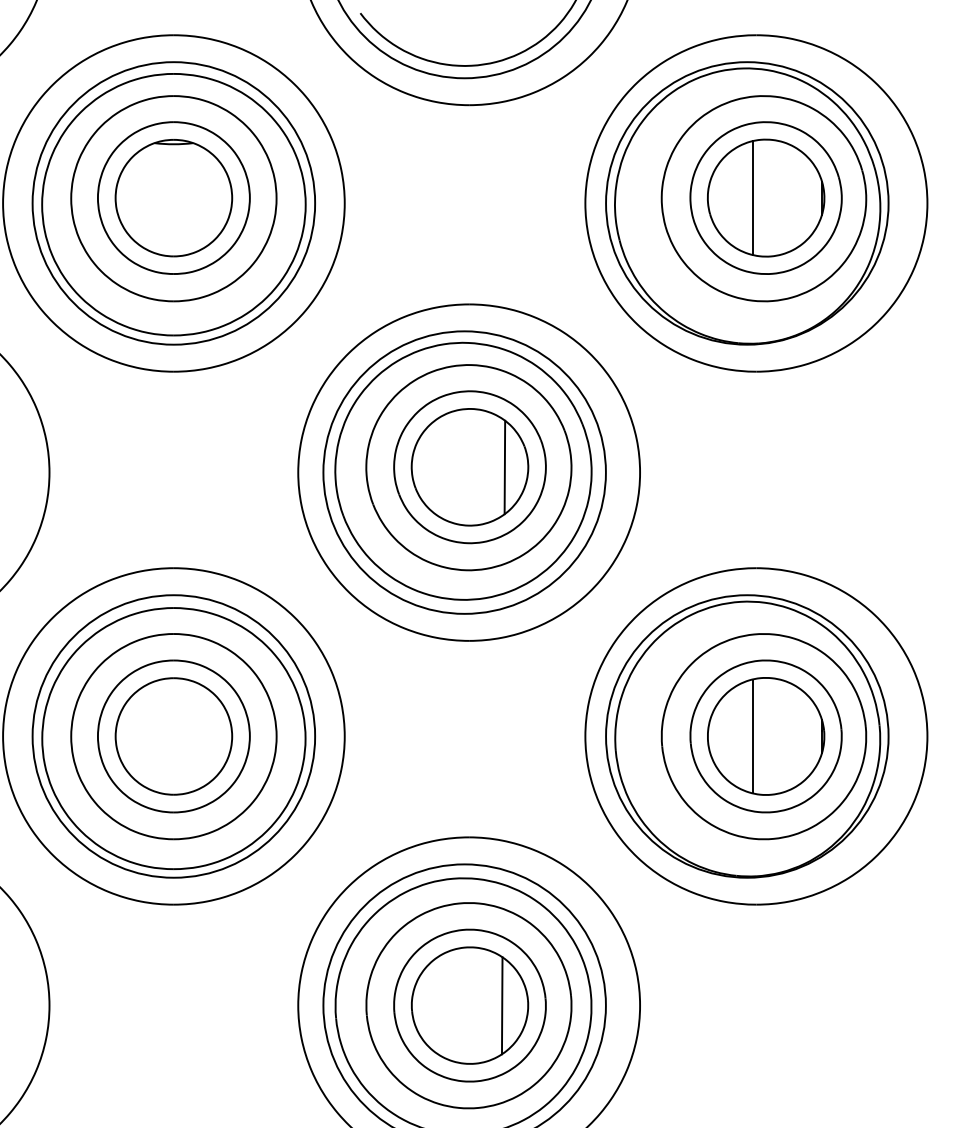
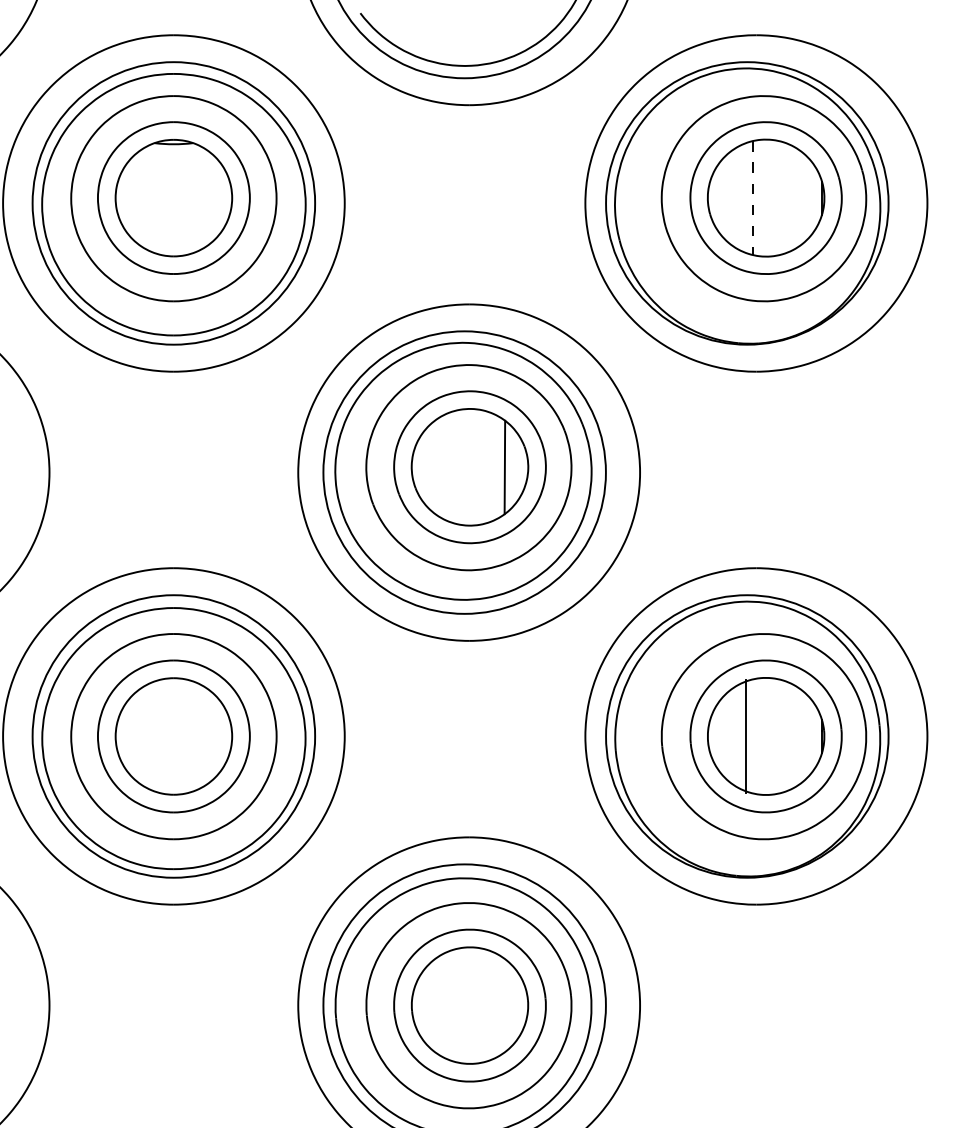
line at (752, 198): solid -> dashed
line at (752, 736) position: (752, 736) -> (745, 736)
line at (501, 1005): present -> none
